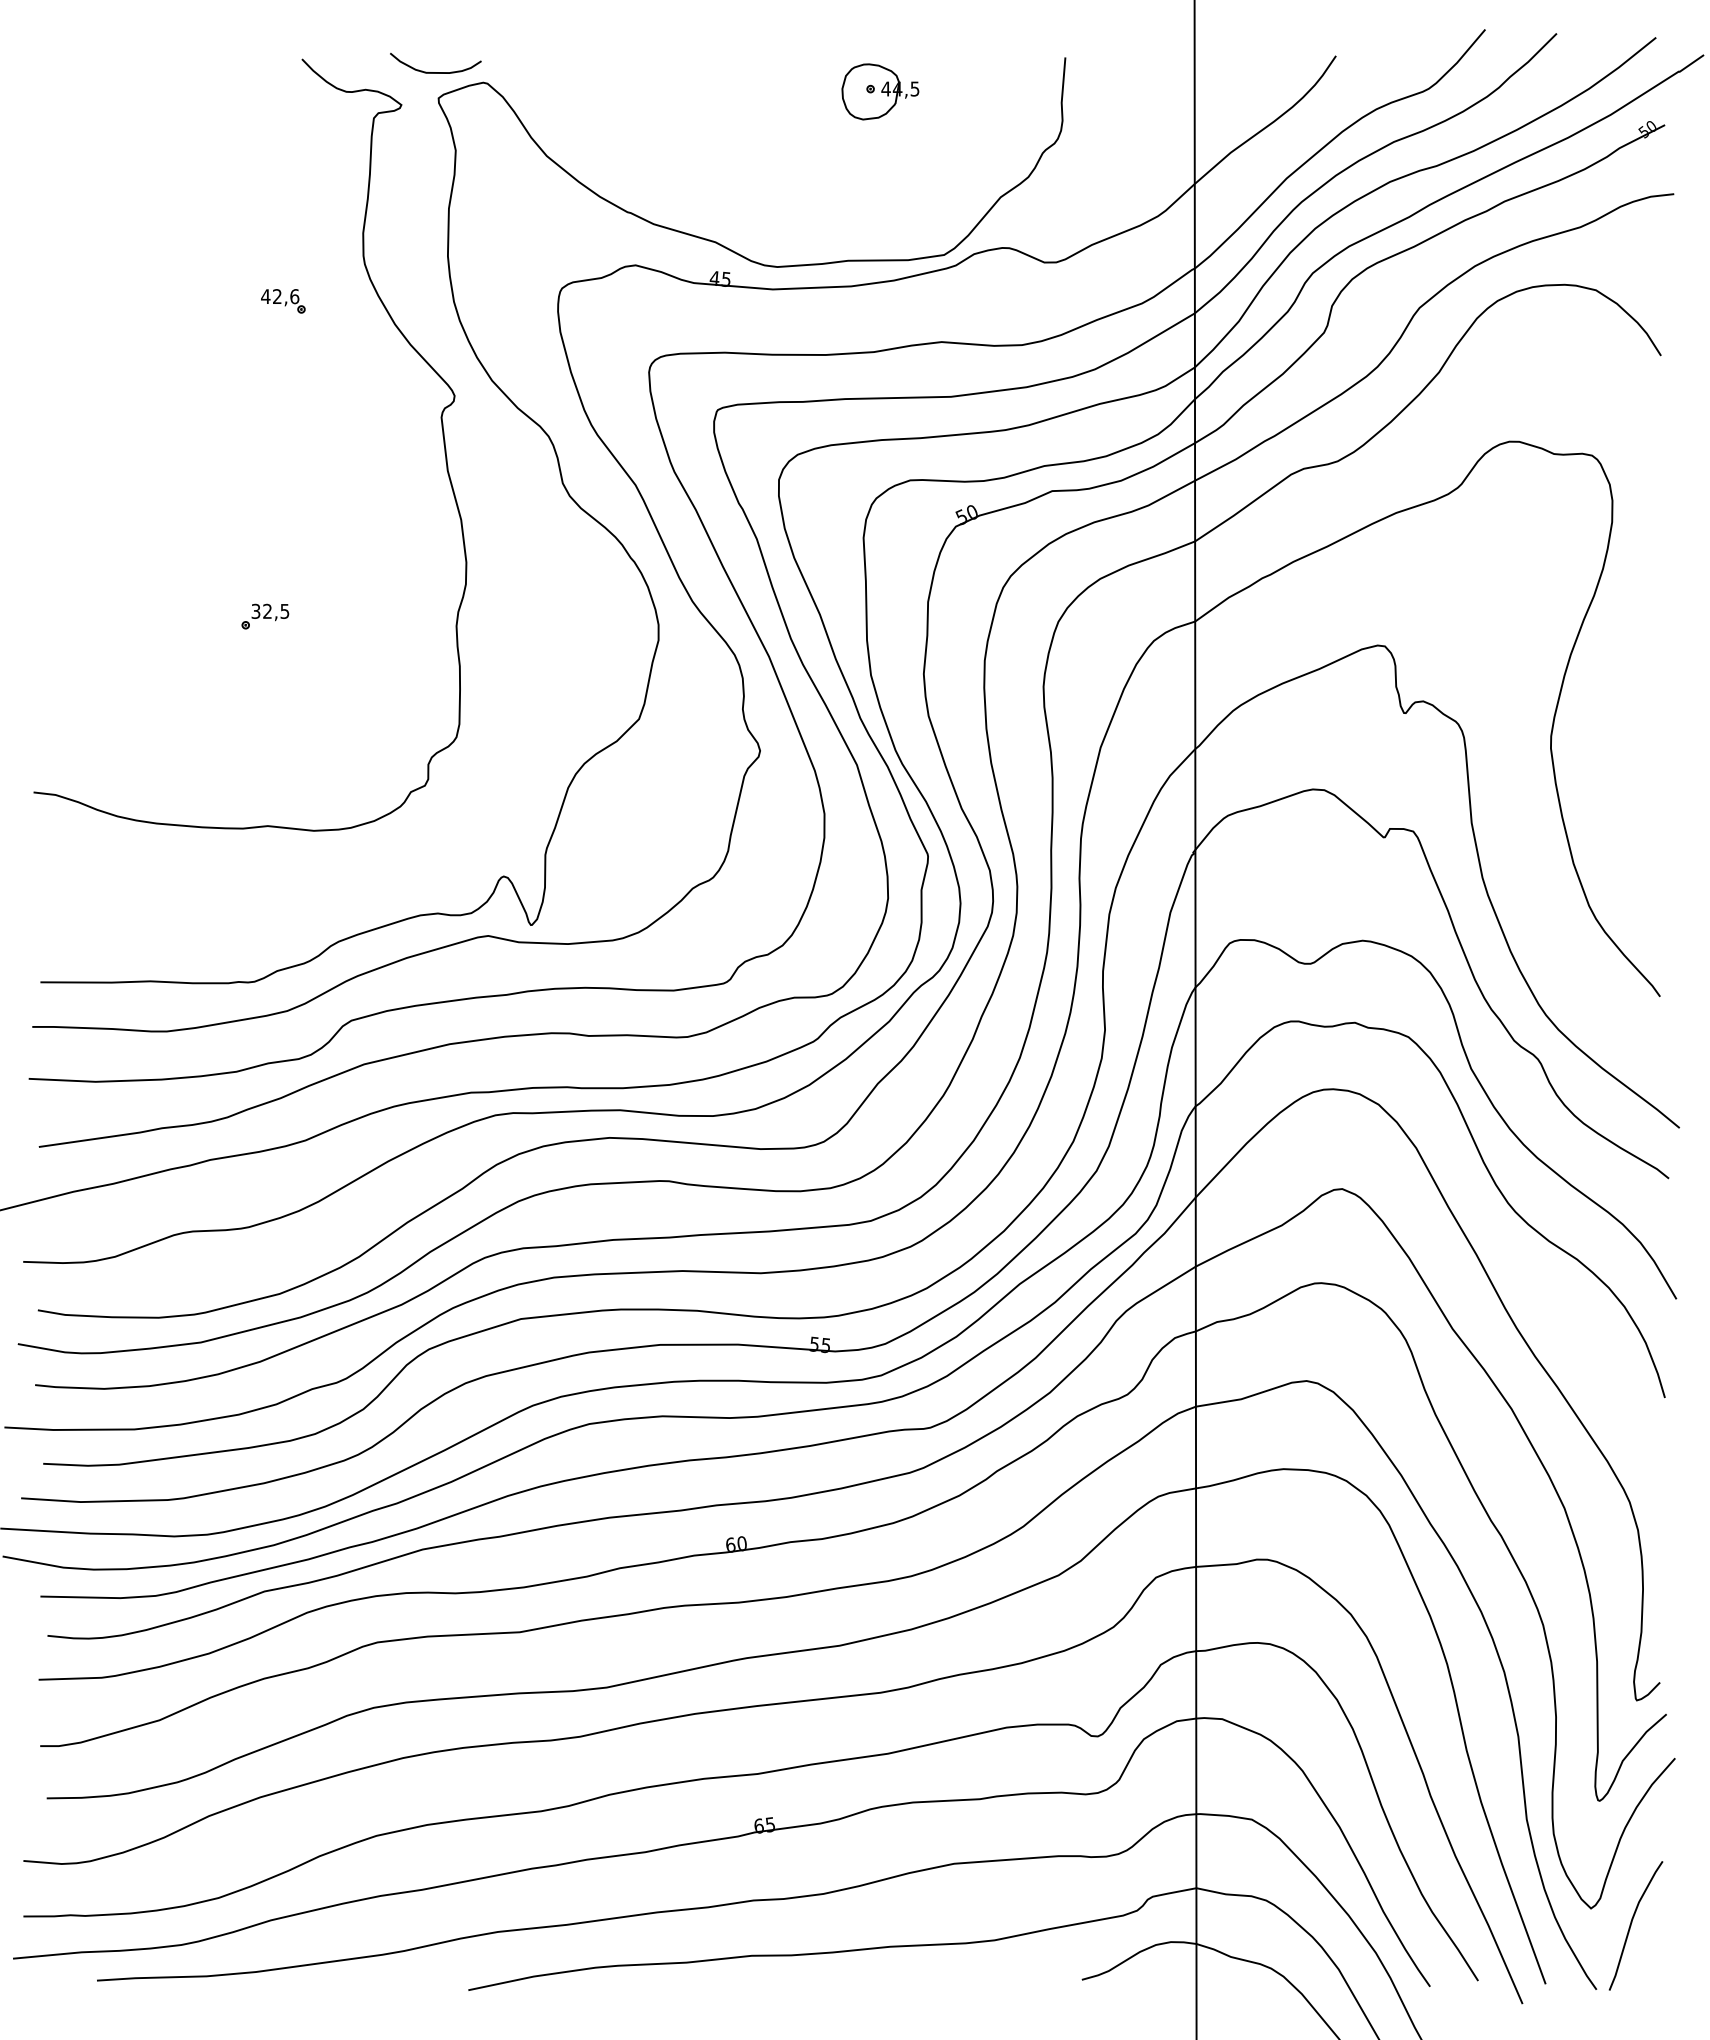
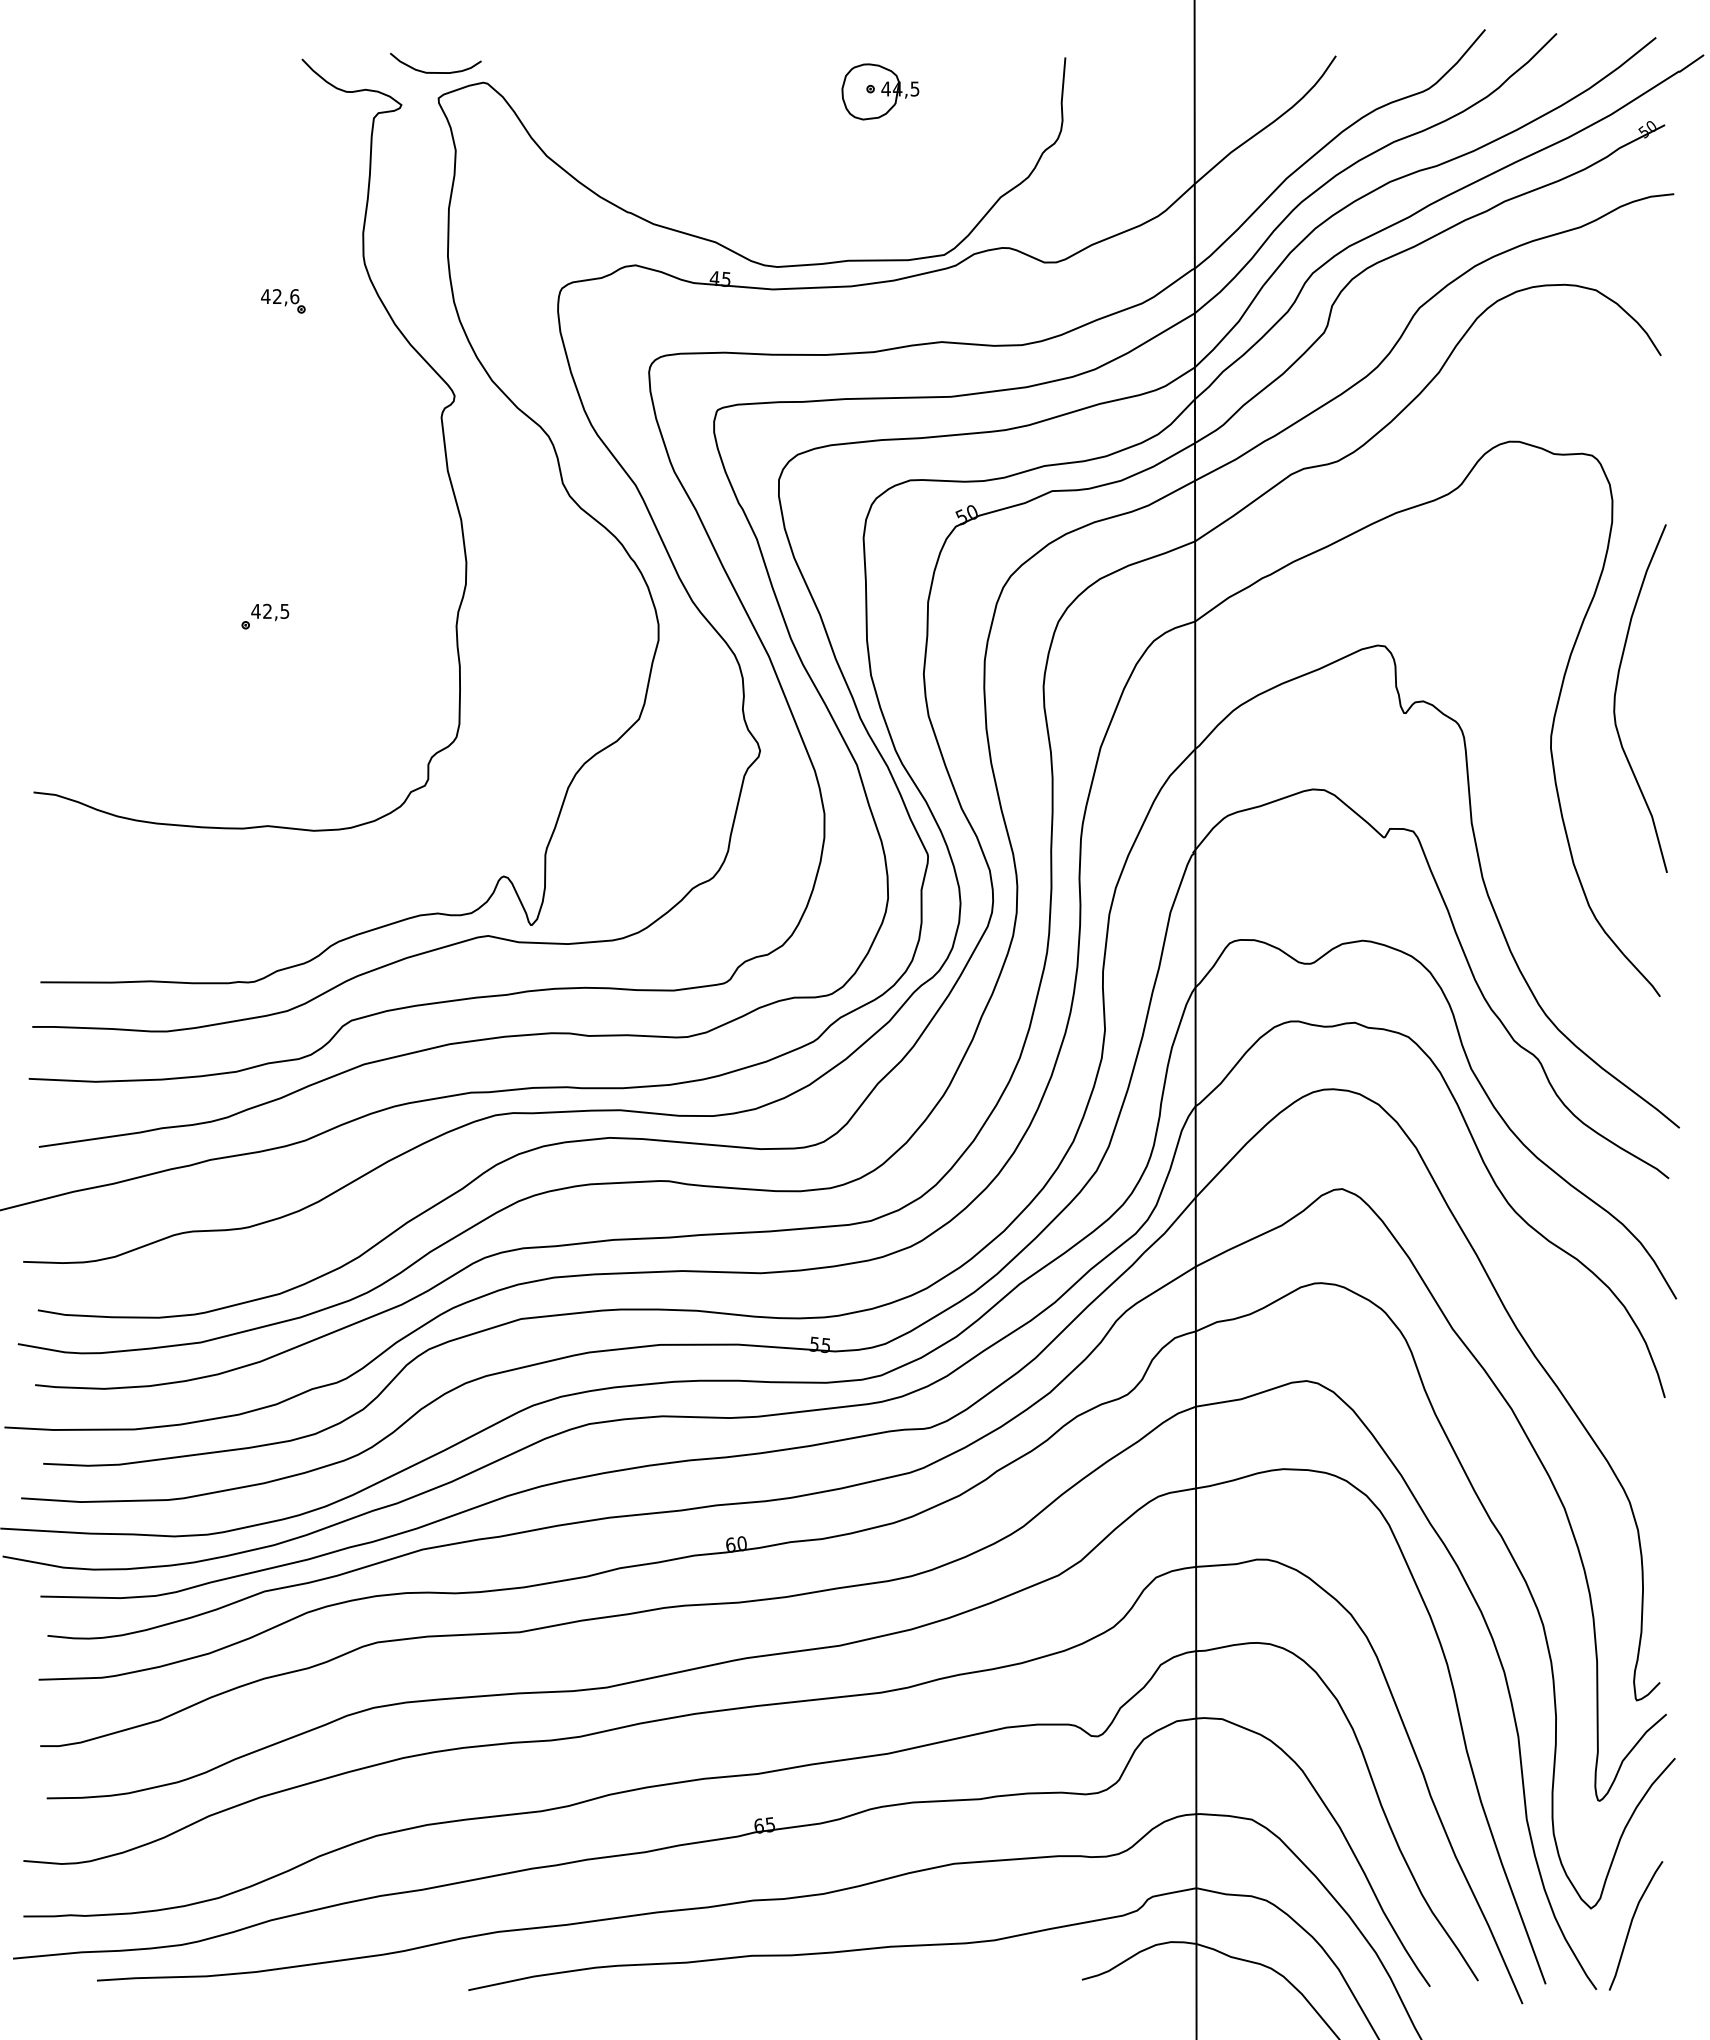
text at (255, 610): 32,5 -> 42,5
curve at (1616, 693): none -> present
